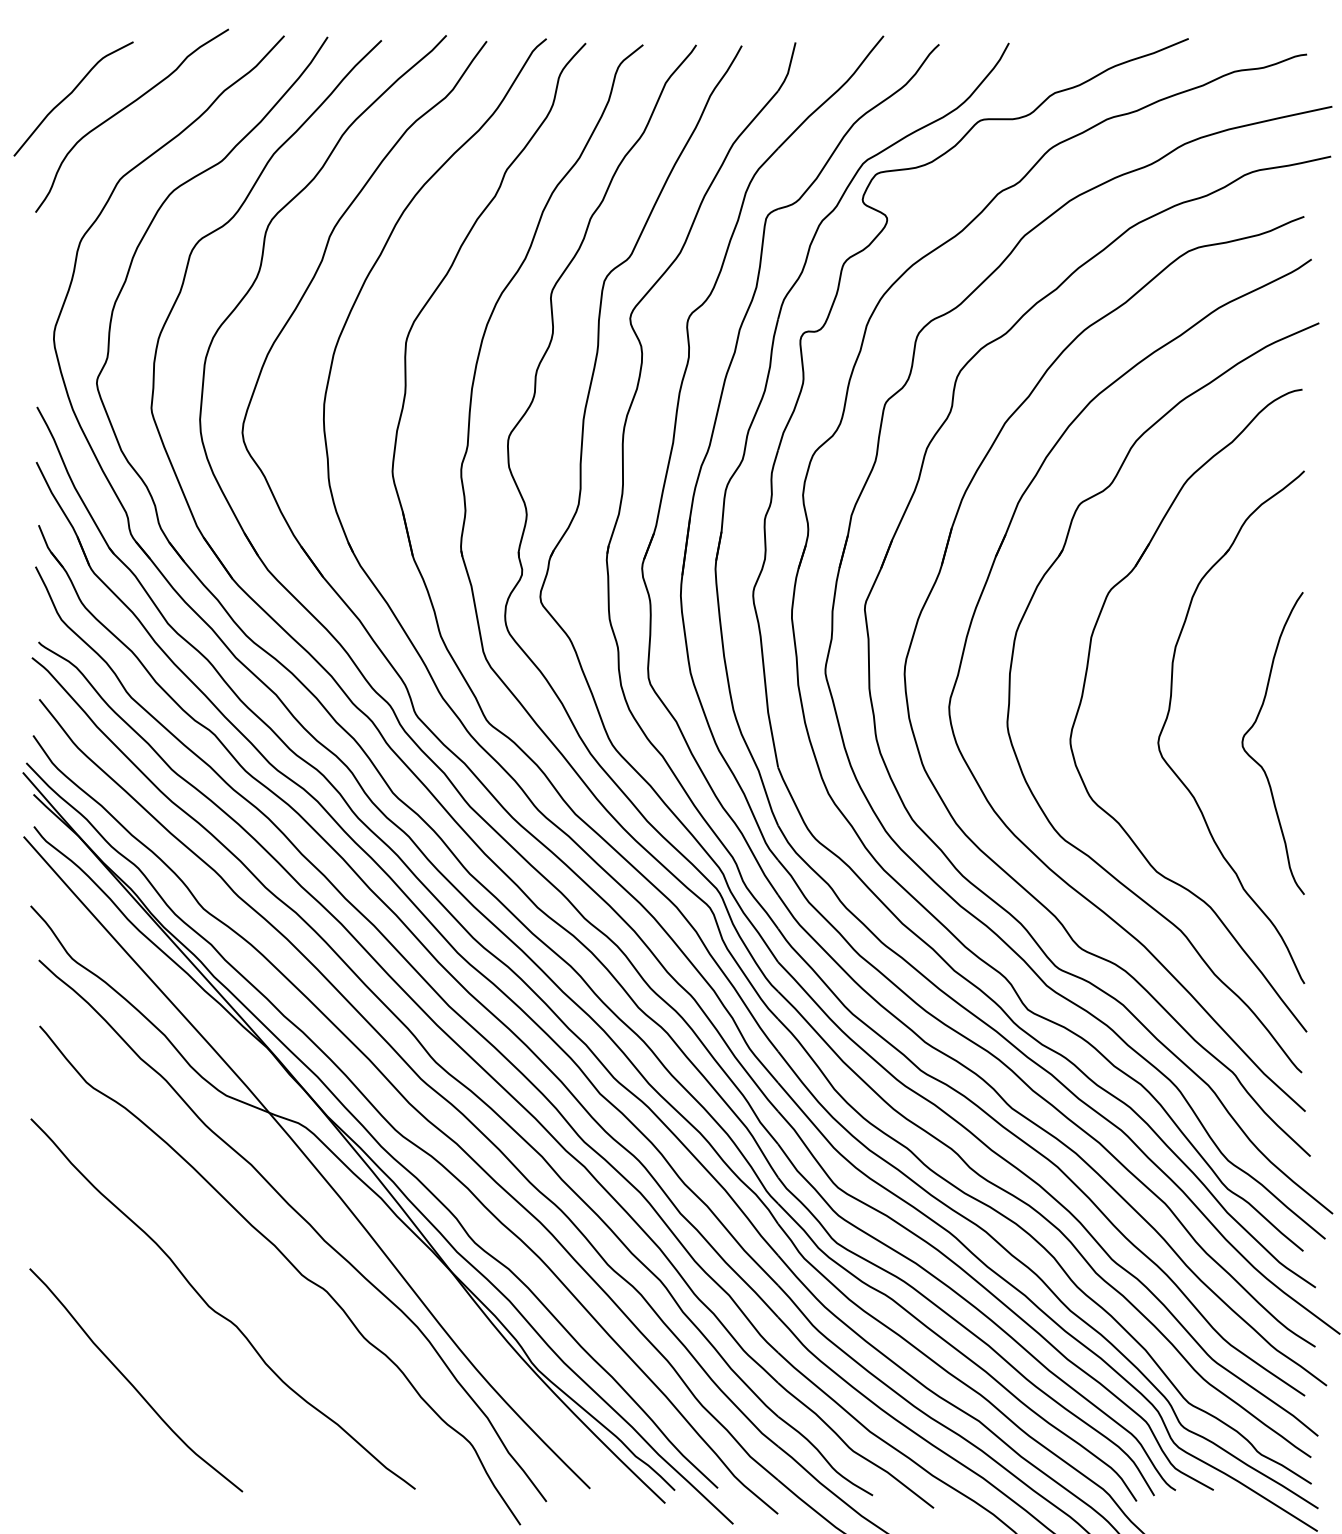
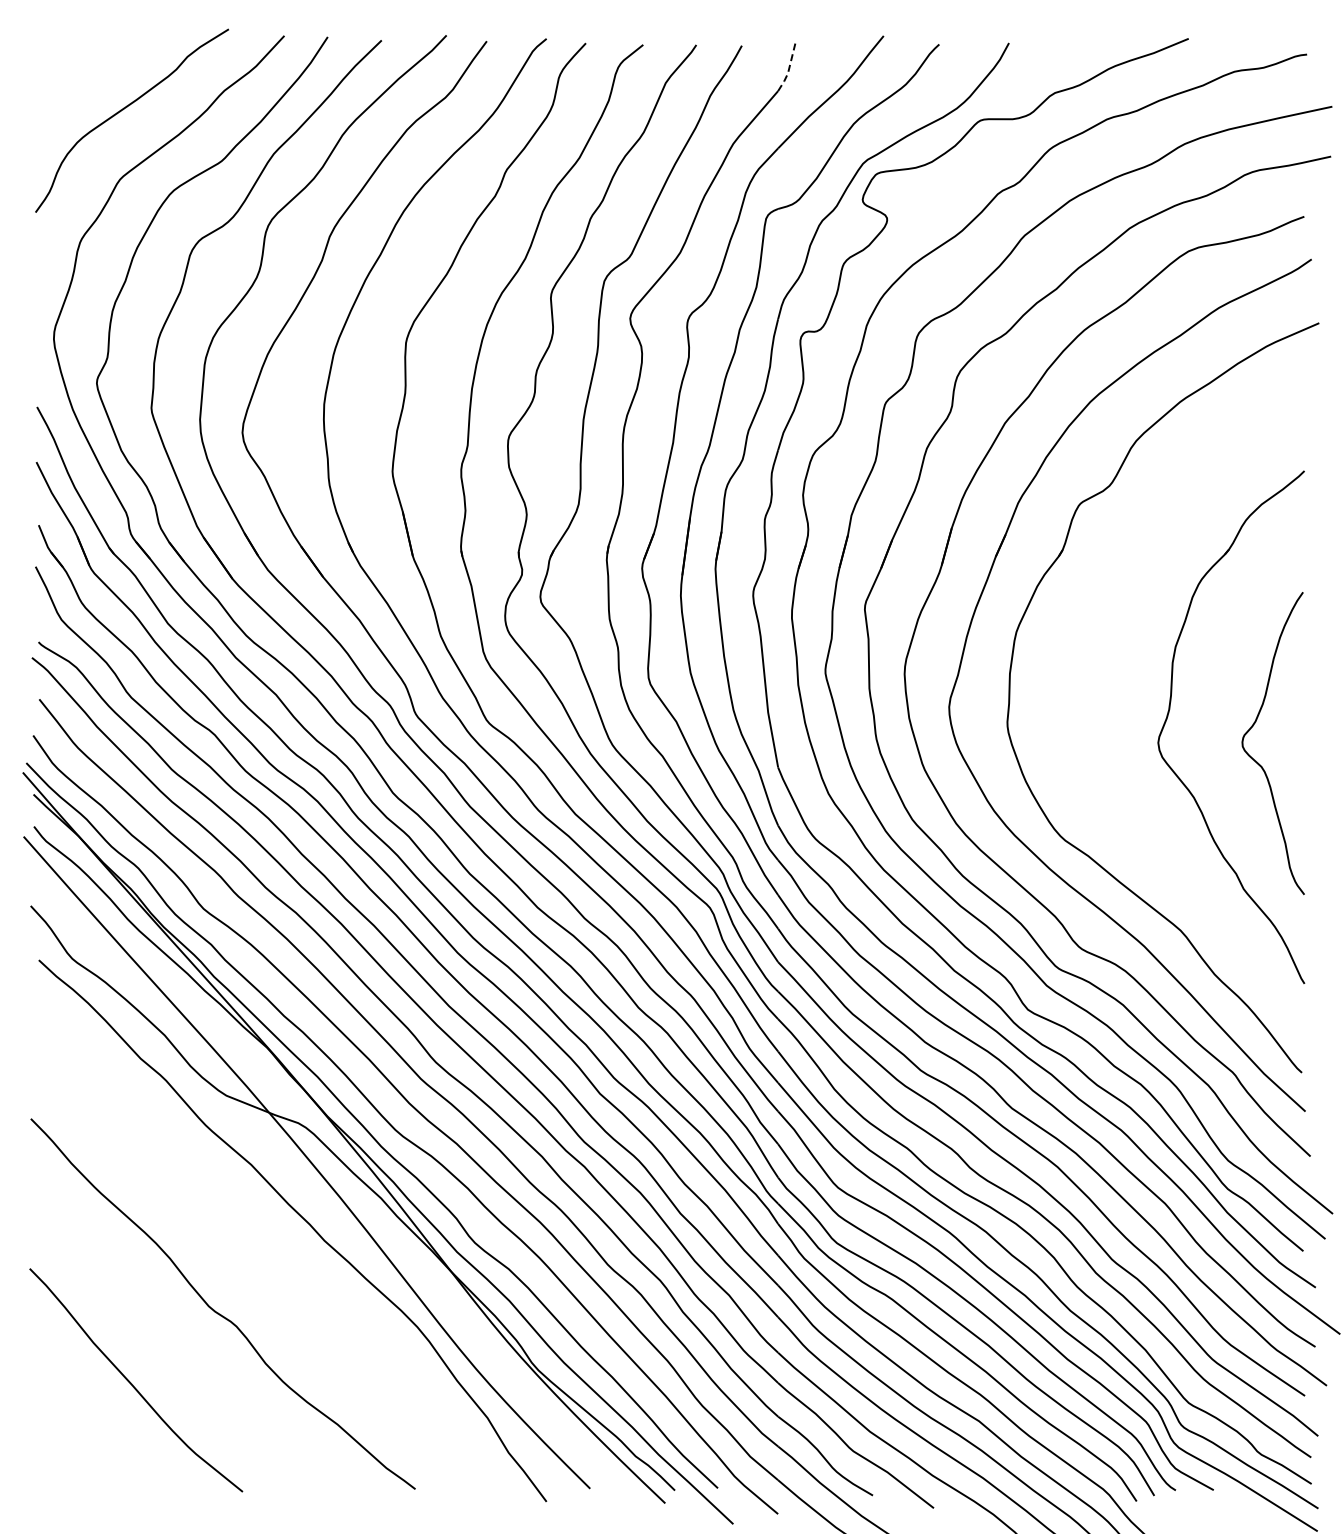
line at (789, 68): solid -> dashed
curve at (71, 94): present -> none
part at (1084, 690): present -> none
curve at (290, 1264): present -> none
